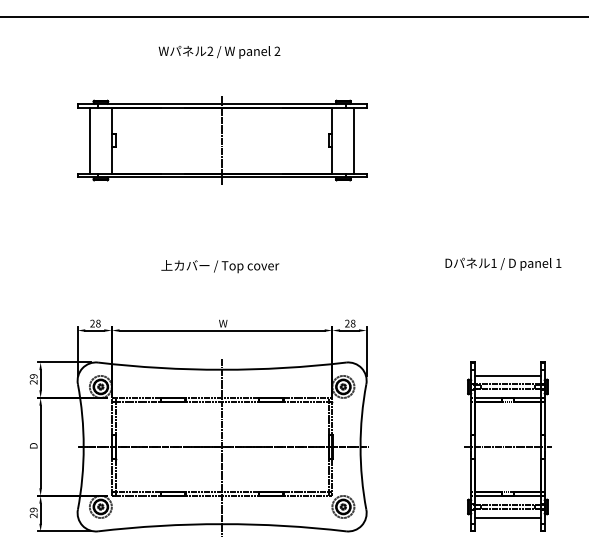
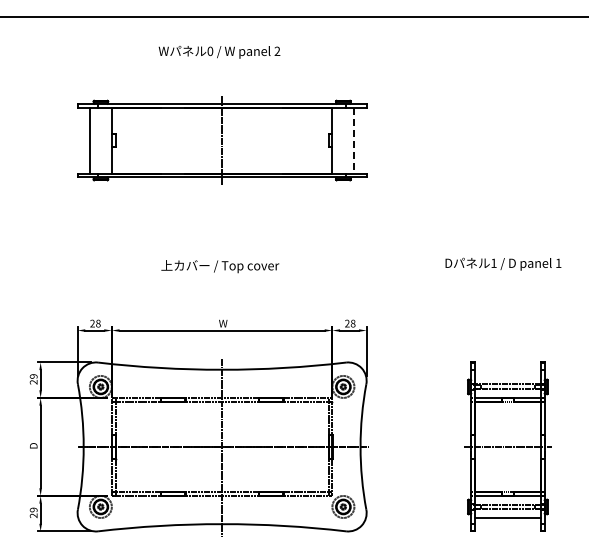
text at (210, 51): 2 -> 0
line at (354, 141): solid -> dashed
line at (507, 375): present -> none
